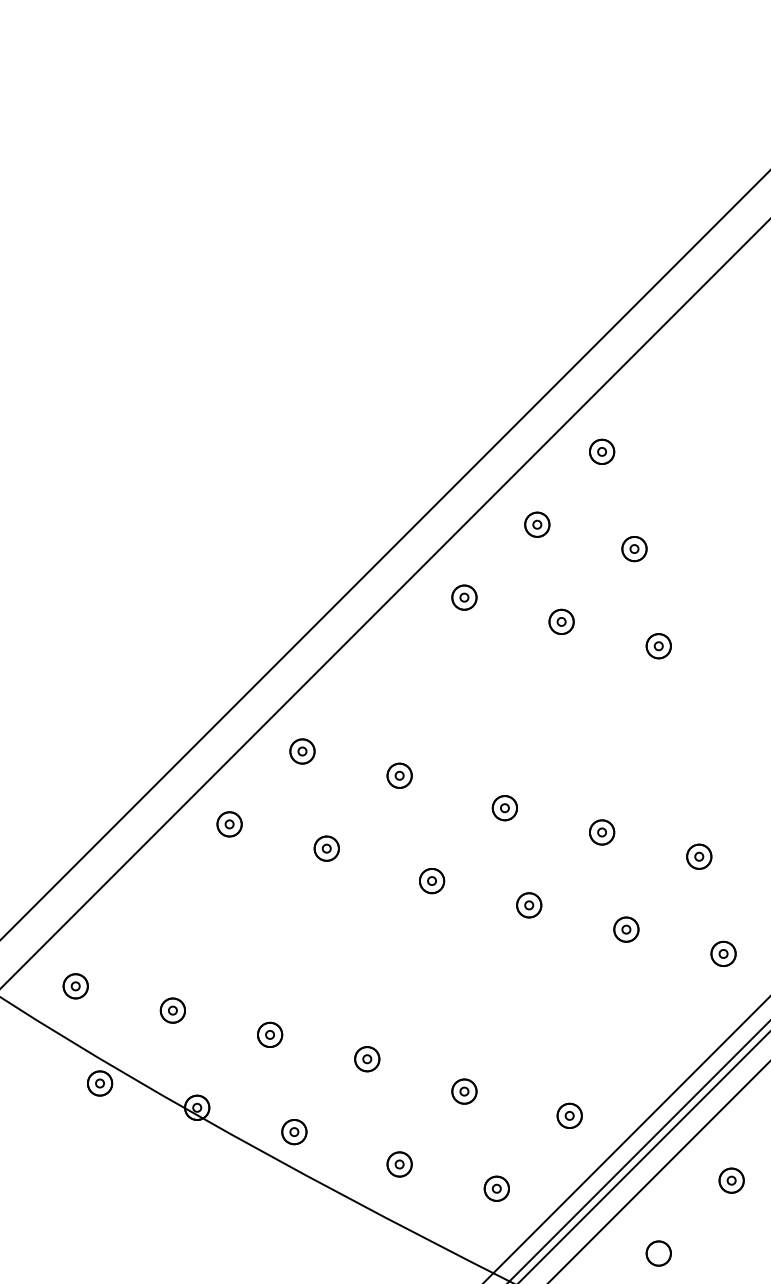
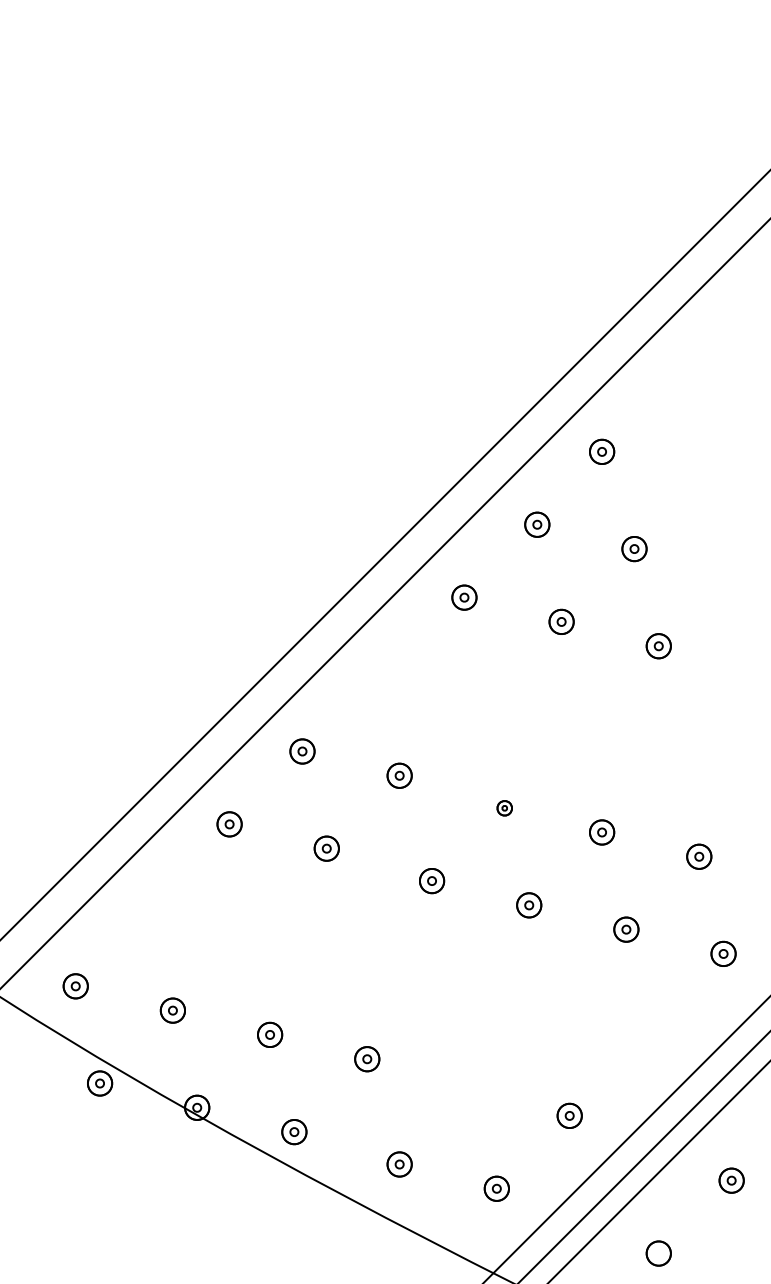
part at (504, 808) size: 27x27 px -> 17x17 px
part at (464, 1091): present -> none
line at (638, 1151): present -> none
